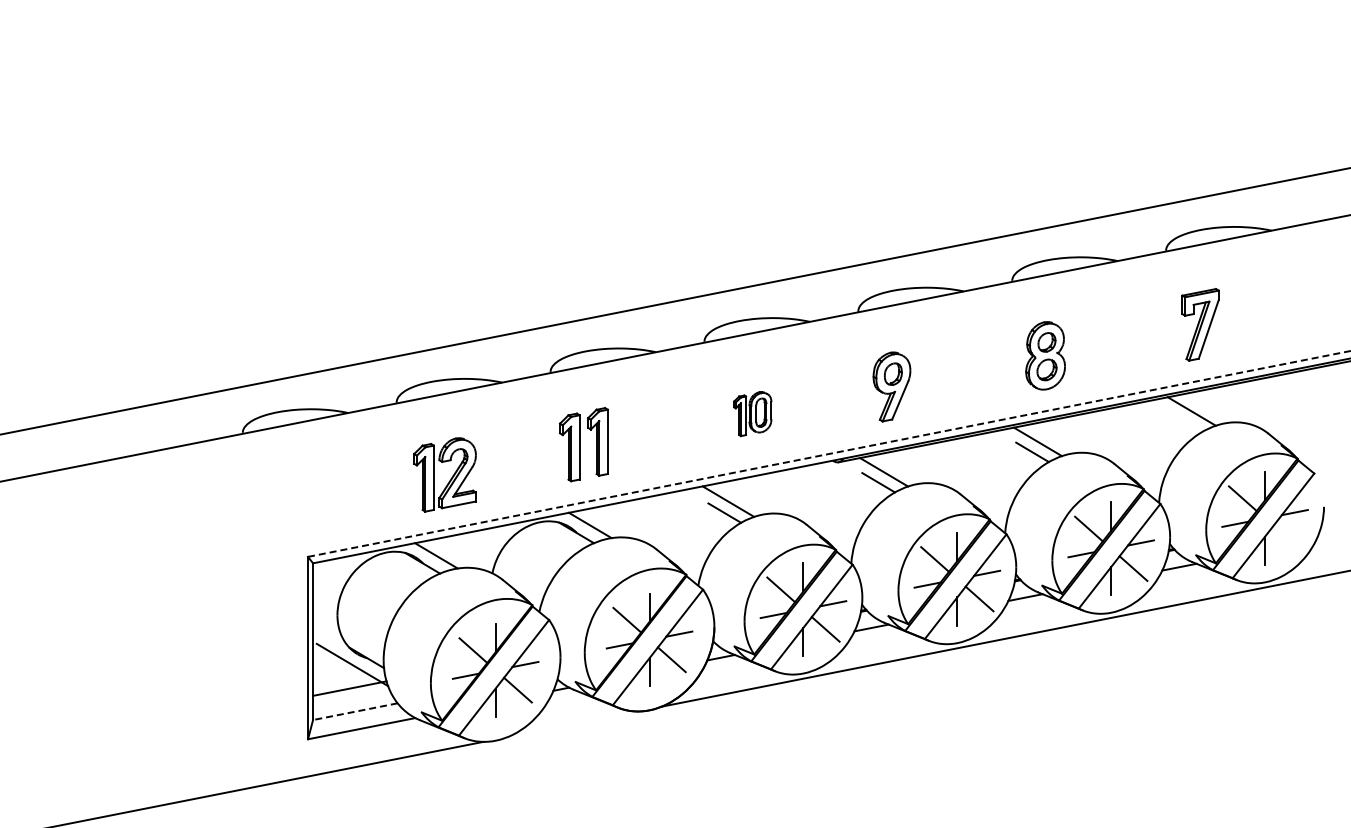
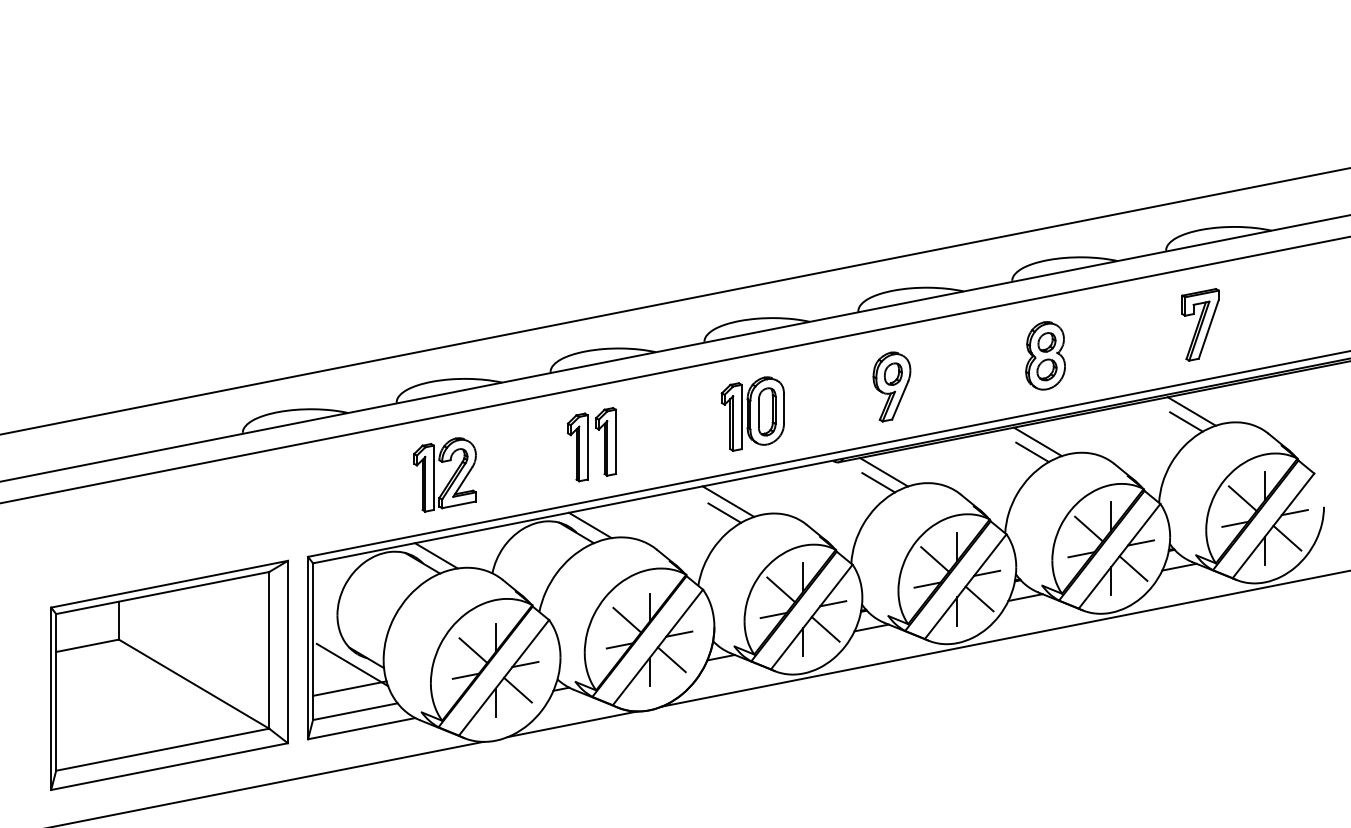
line at (674, 369): none -> present
part at (752, 414) size: 40x47 px -> 65x76 px
line at (1186, 421): none -> present
part at (583, 444) position: (583, 444) -> (591, 444)
line at (829, 453): dashed -> solid
line at (1287, 537): none -> present
part at (169, 674): none -> present
line at (354, 711): dashed -> solid
line at (572, 724): none -> present
